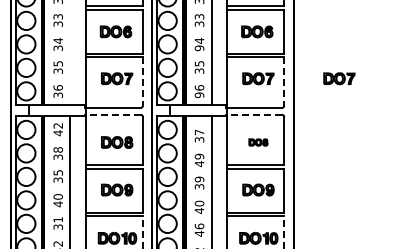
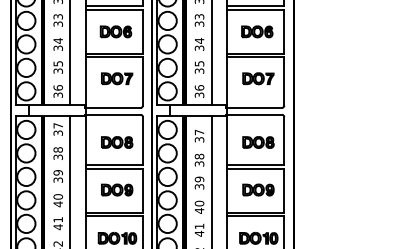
text at (199, 48): 94 -> 34
line at (70, 53): none -> present
part at (339, 78): present -> none
line at (142, 82): dashed -> solid
line at (284, 82): dashed -> solid
text at (199, 95): 96 -> 36
line at (112, 114): dashed -> solid
line at (254, 114): dashed -> solid
text at (57, 129): 42 -> 37
part at (258, 142) size: 21x9 px -> 33x13 px
text at (199, 159): 49 -> 38
text at (57, 172): 35 -> 39
text at (199, 226): 46 -> 41
text at (57, 227): 31 -> 41
line at (142, 231): dashed -> solid
line at (284, 231): dashed -> solid
